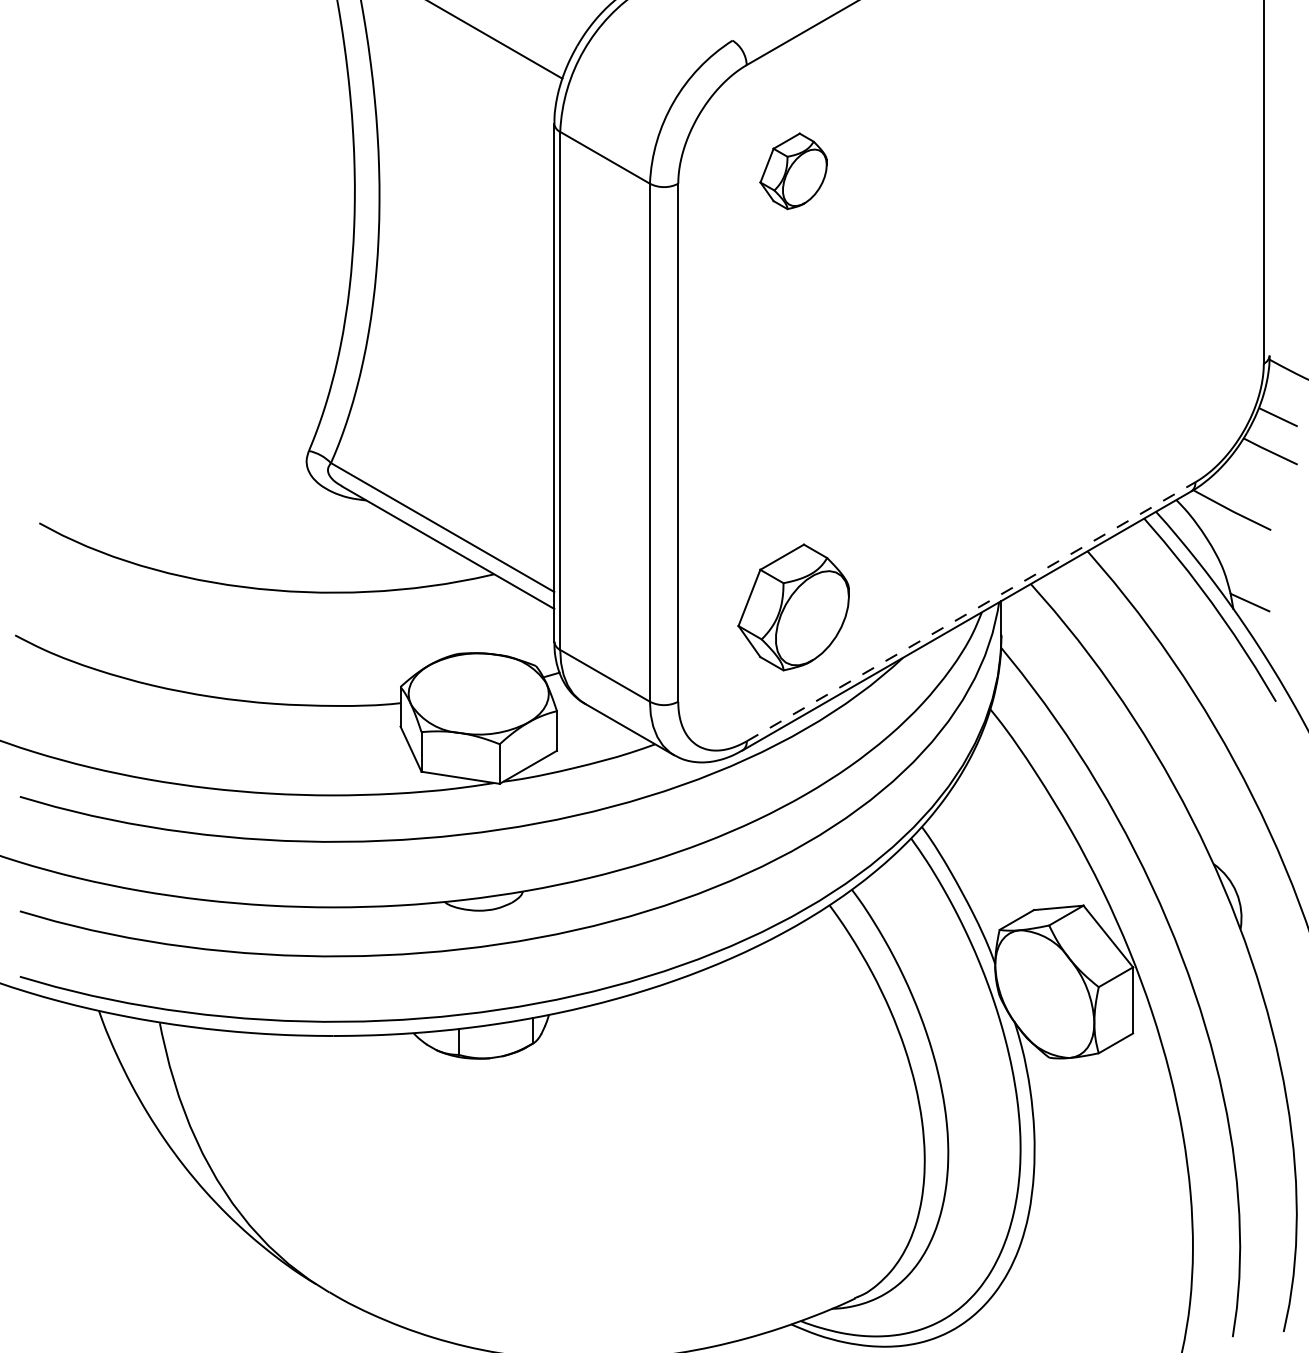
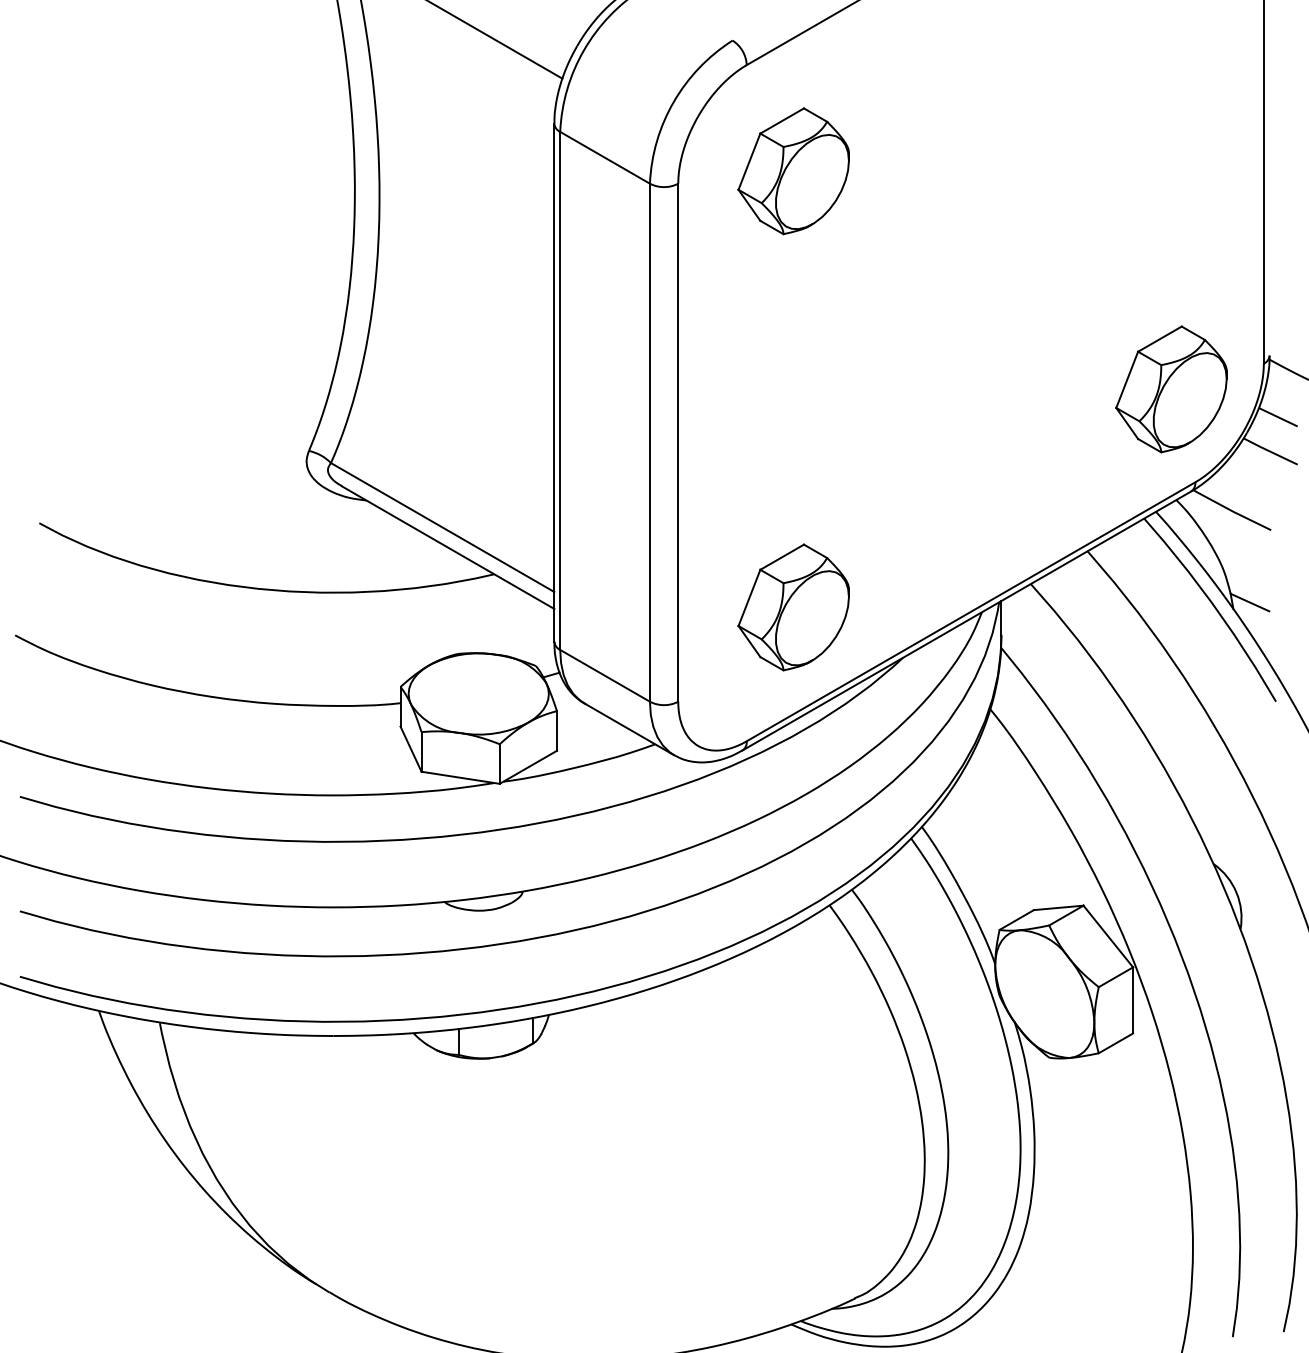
part at (793, 171) size: 69x79 px -> 113x129 px
part at (1171, 389): none -> present
line at (971, 611): dashed -> solid
